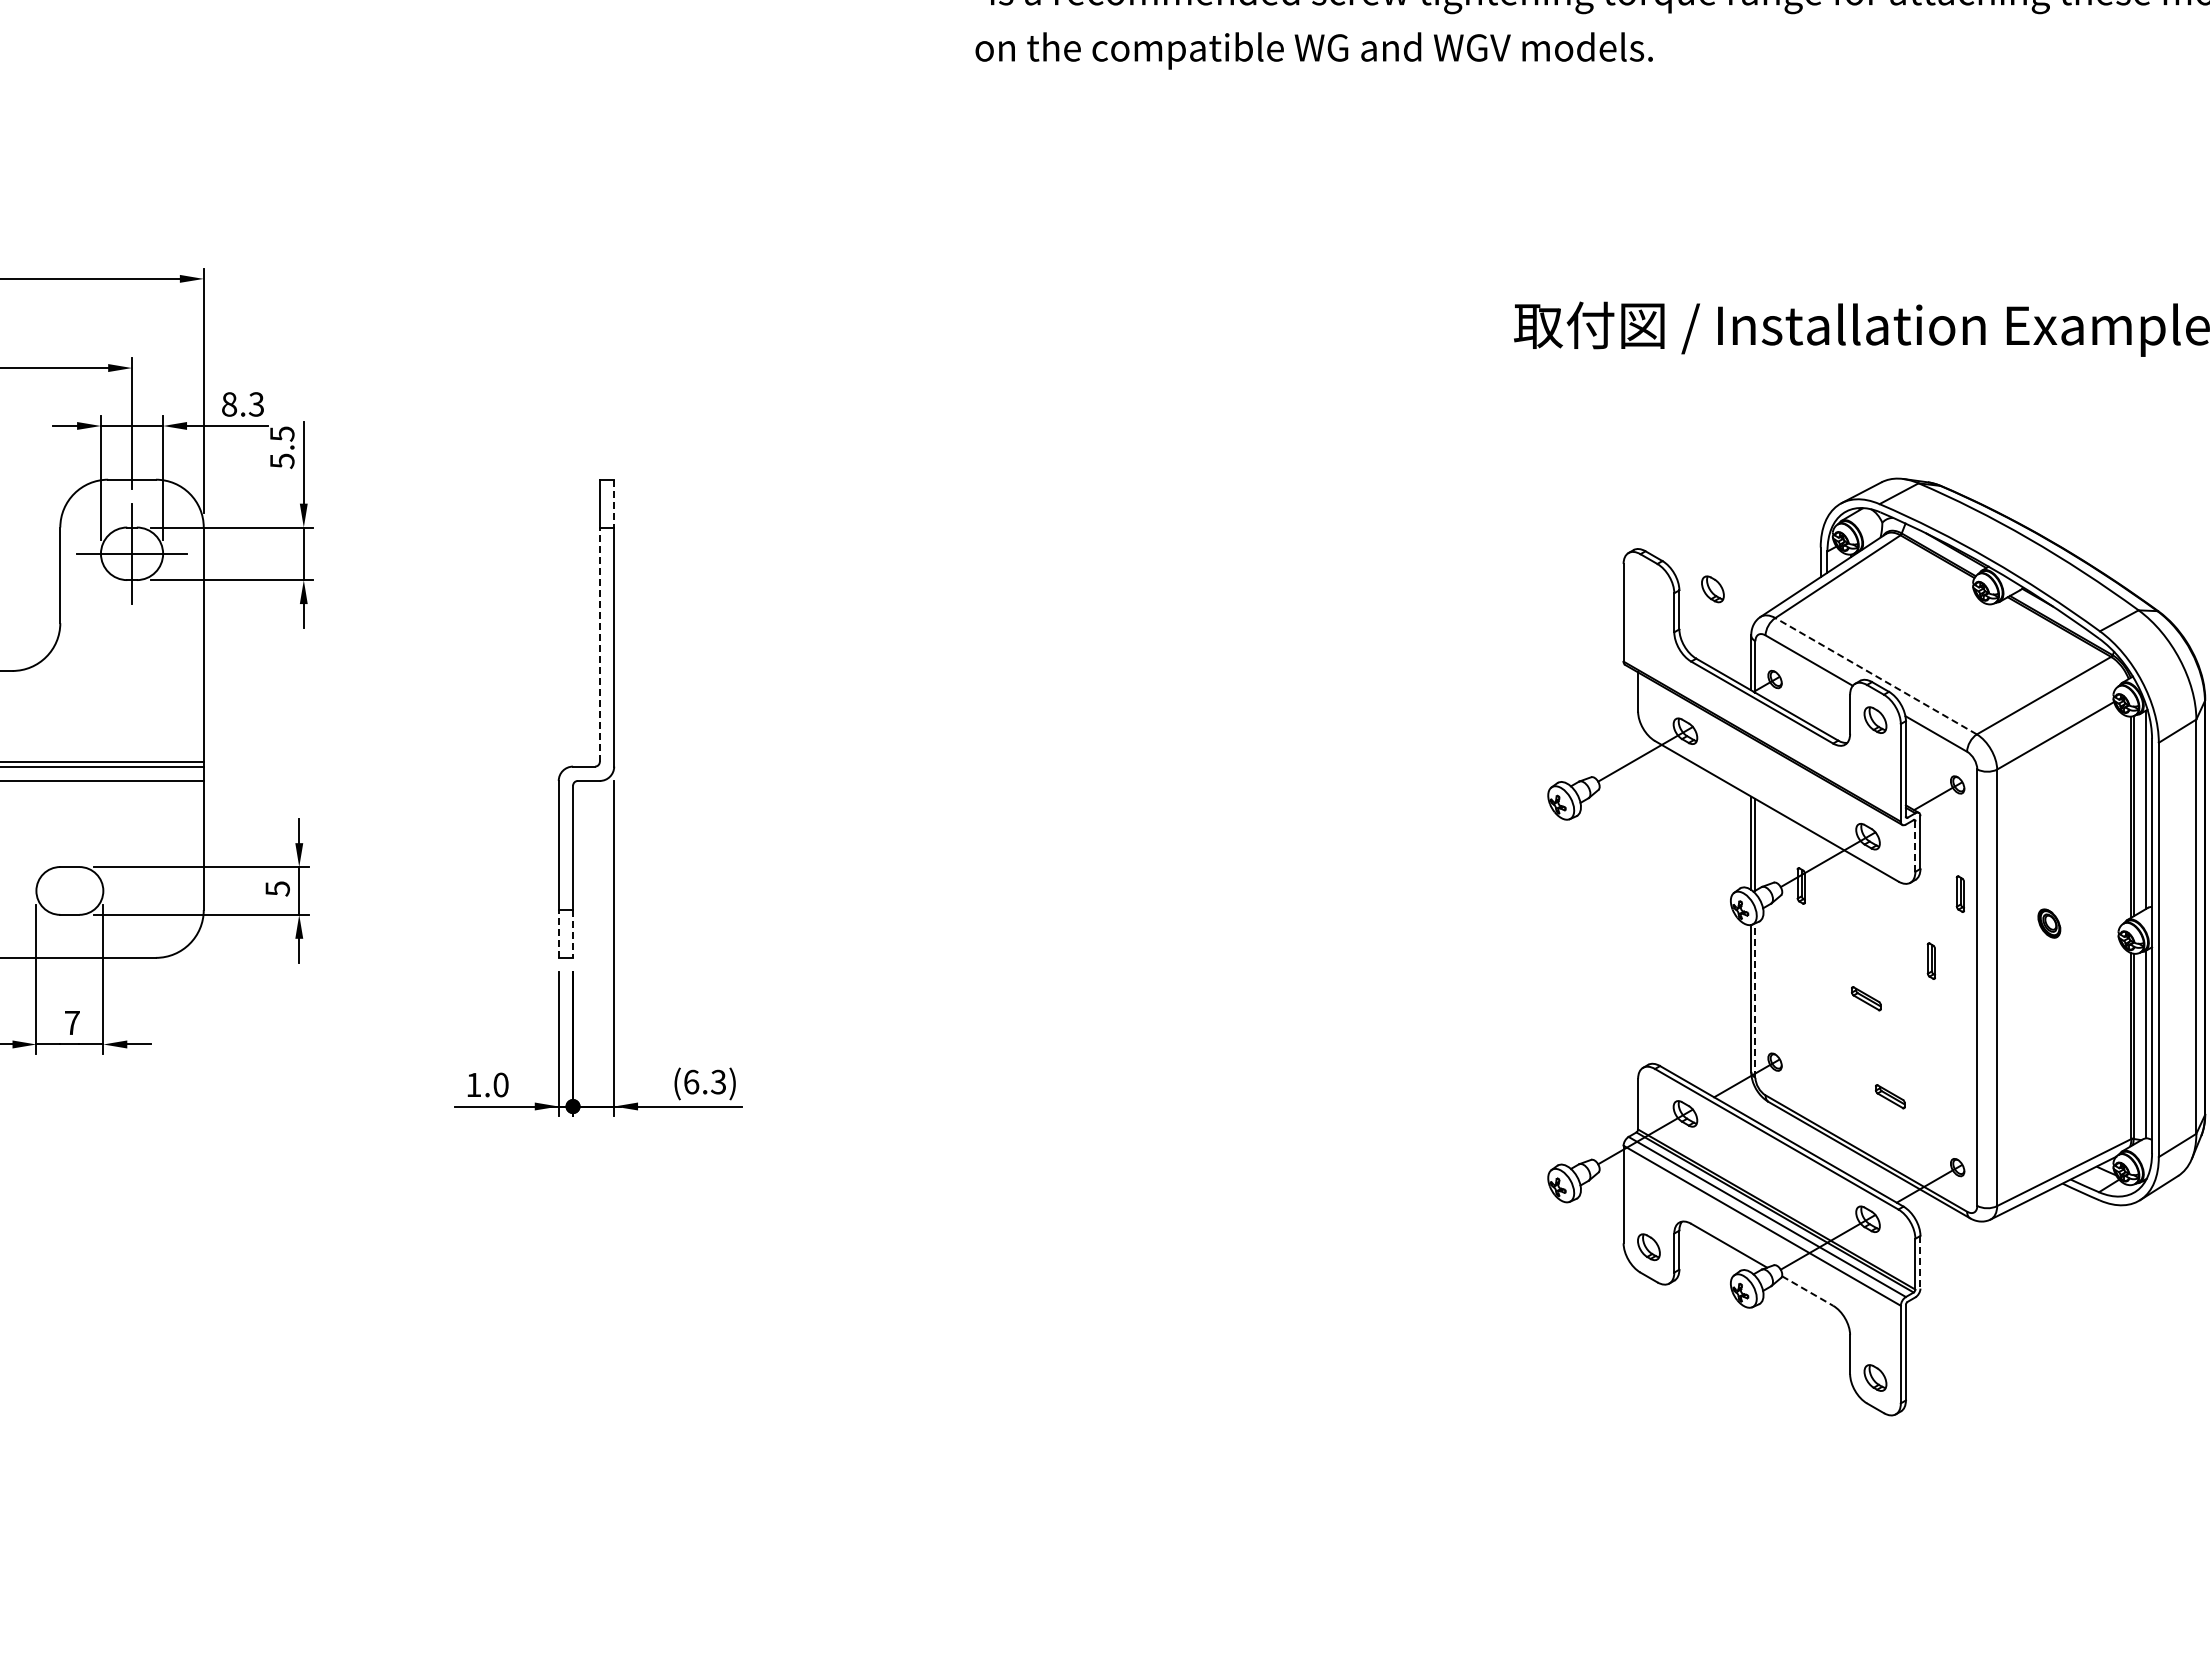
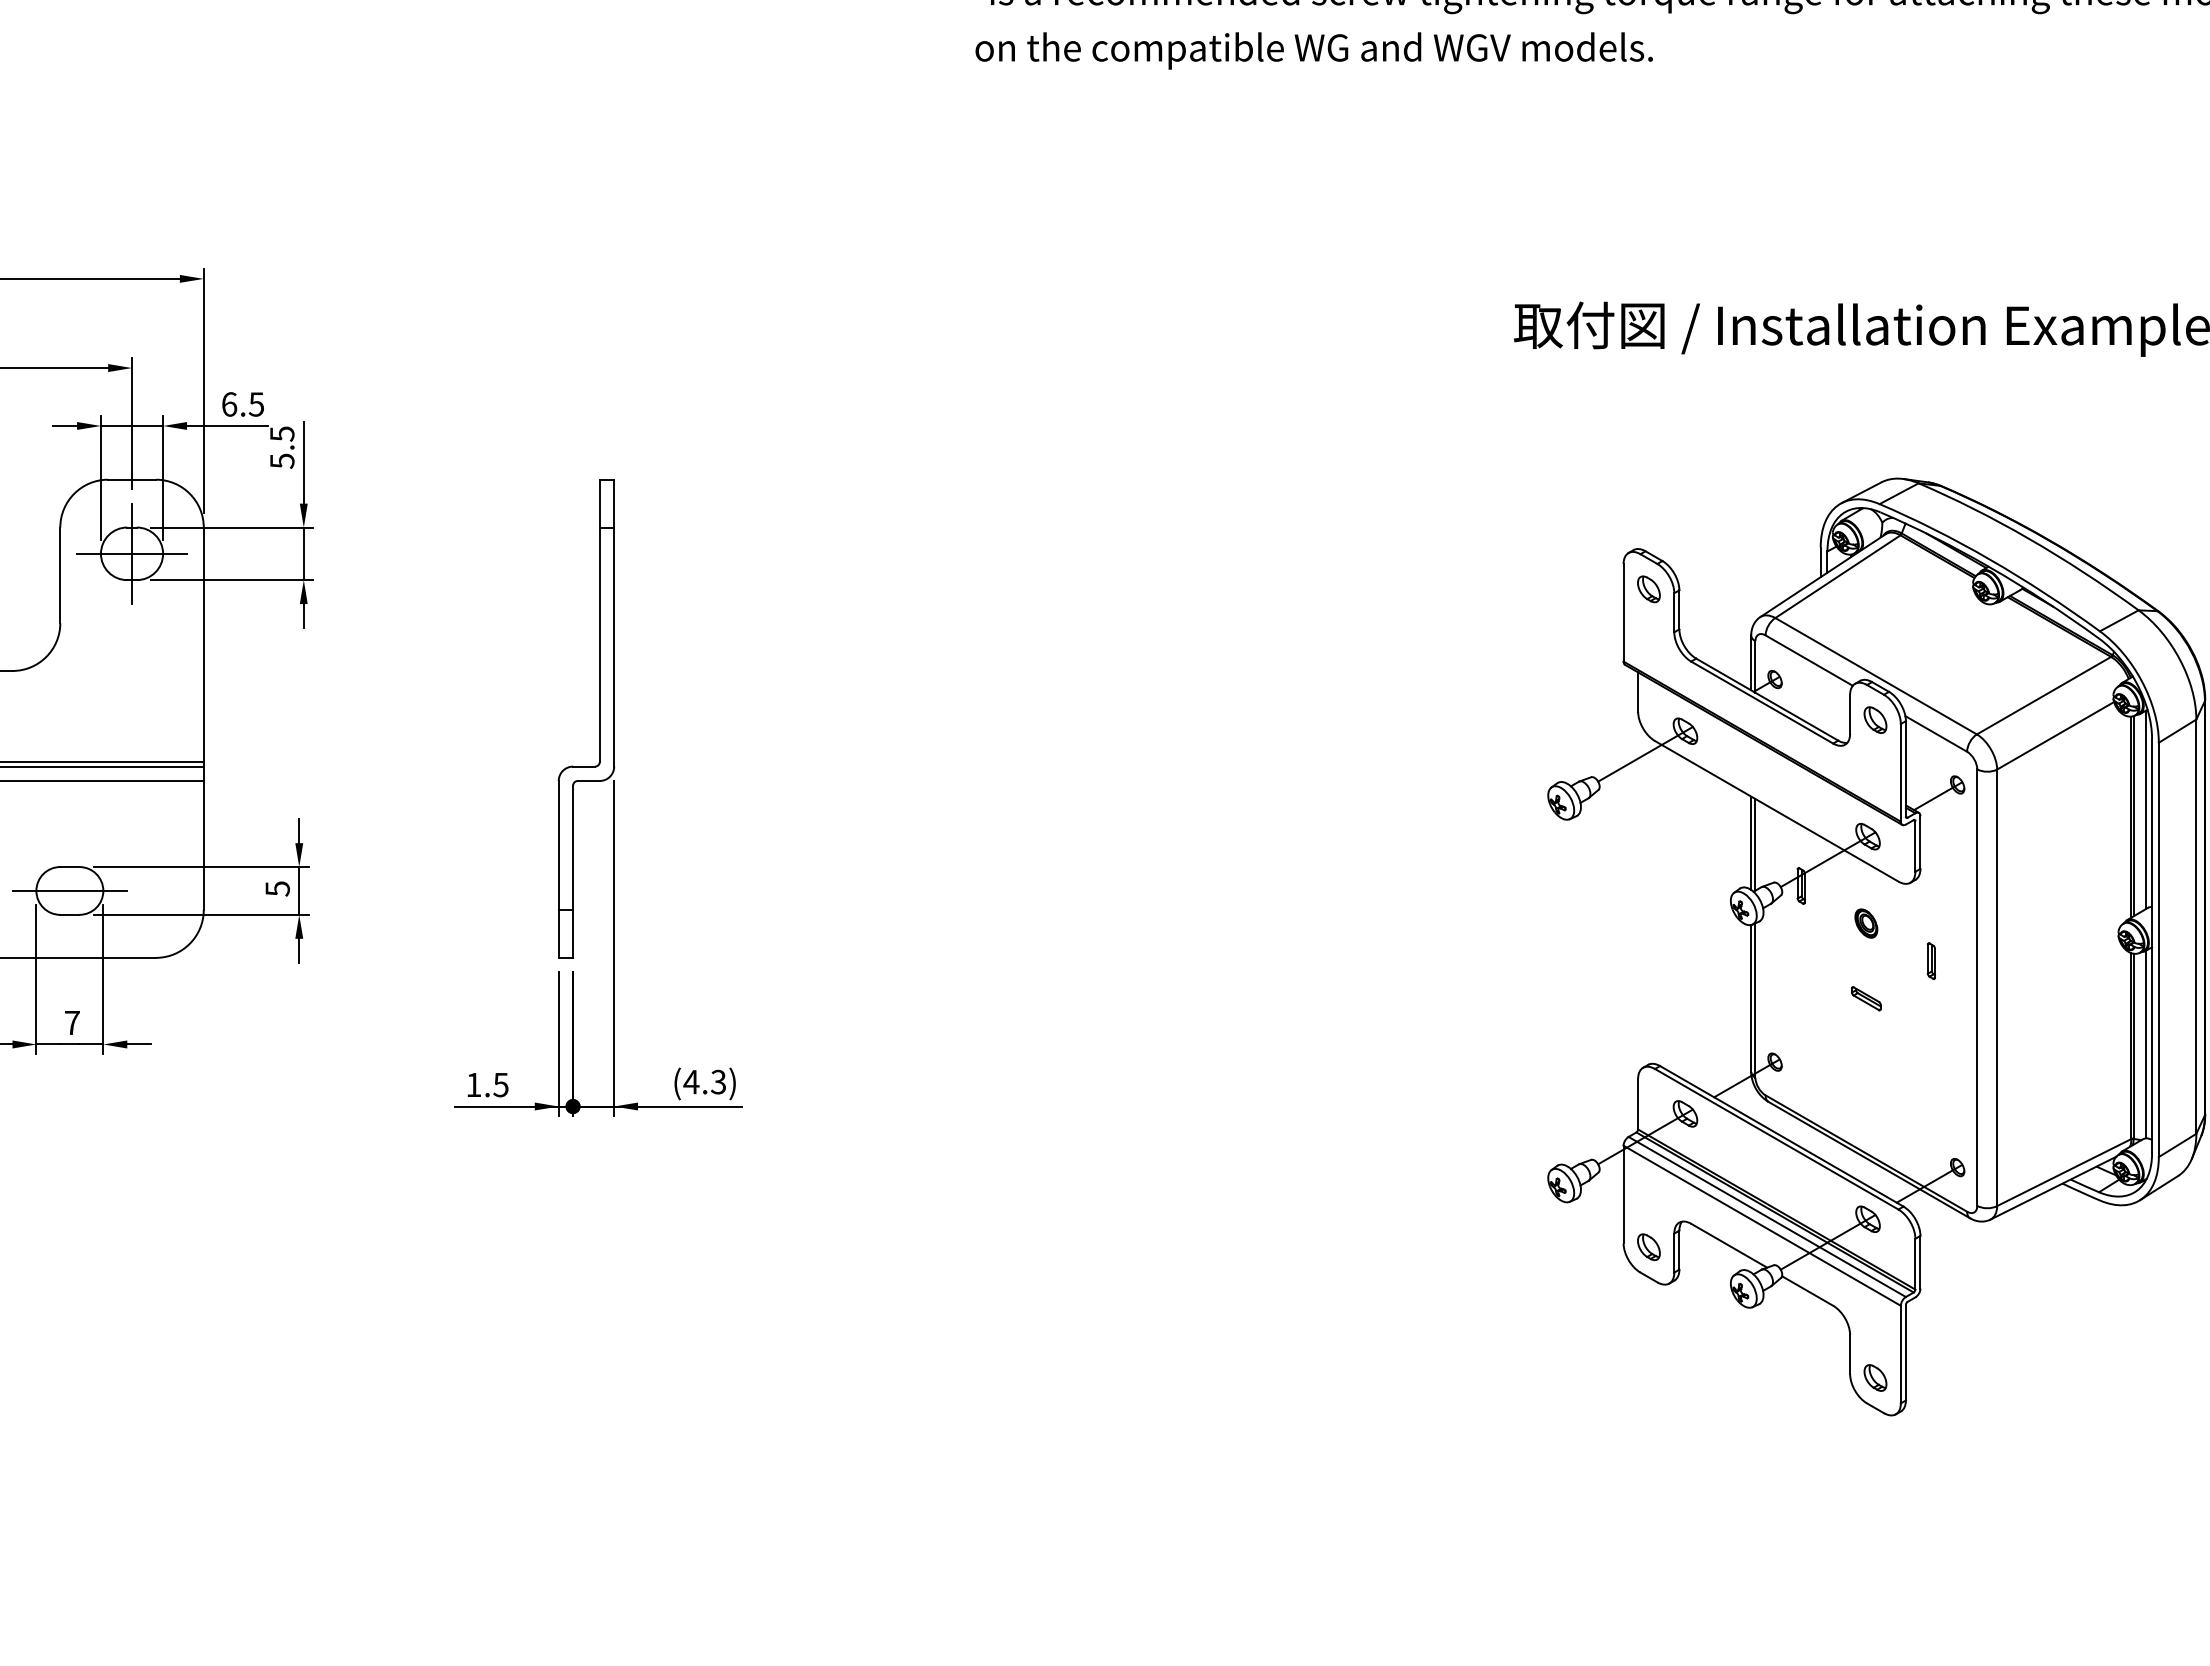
text at (242, 404): 8.3 -> 6.5
line at (614, 503): dashed -> solid
part at (1712, 589) position: (1712, 589) -> (1648, 589)
line at (599, 644): dashed -> solid
line at (1875, 676): dashed -> solid
line at (1915, 845): dashed -> solid
line at (69, 890): none -> present
part at (1959, 893): present -> none
part at (2049, 923) position: (2049, 923) -> (1866, 923)
line at (558, 933): dashed -> solid
line at (573, 933): dashed -> solid
line at (1755, 1000): dashed -> solid
text at (691, 1081): (6.3) -> (4.3)
text at (500, 1084): 1.0 -> 1.5
part at (1890, 1096): present -> none
line at (1920, 1262): dashed -> solid
line at (1807, 1291): dashed -> solid
